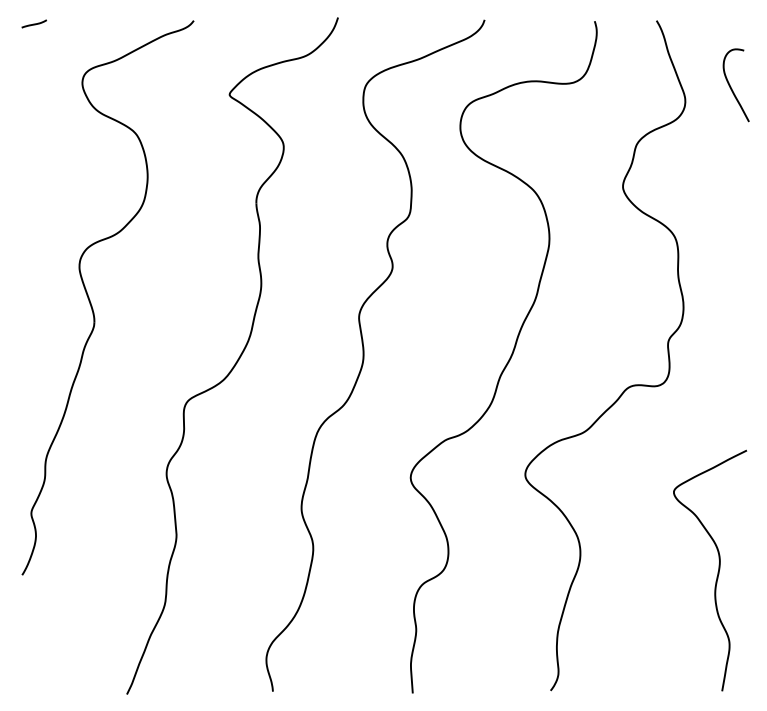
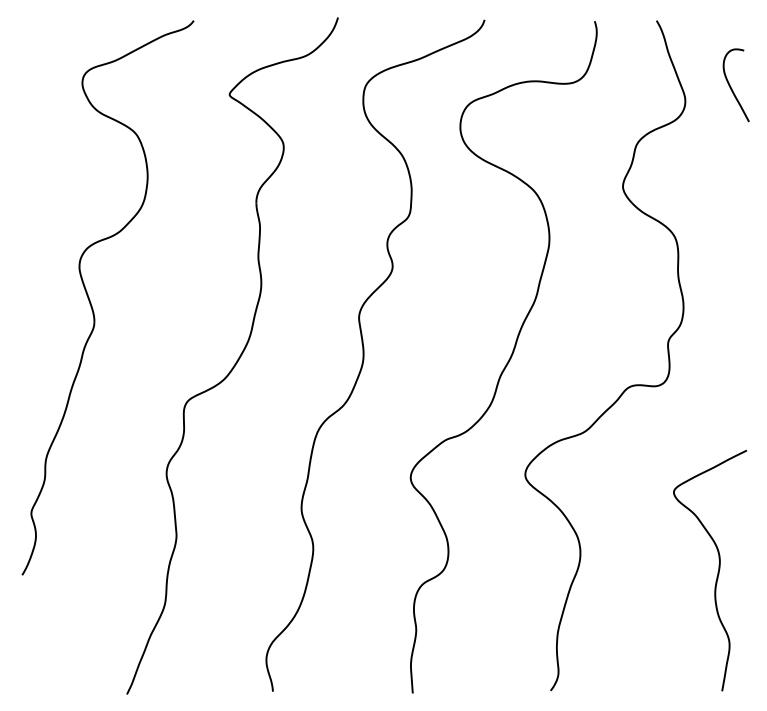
line at (33, 23): present -> none
